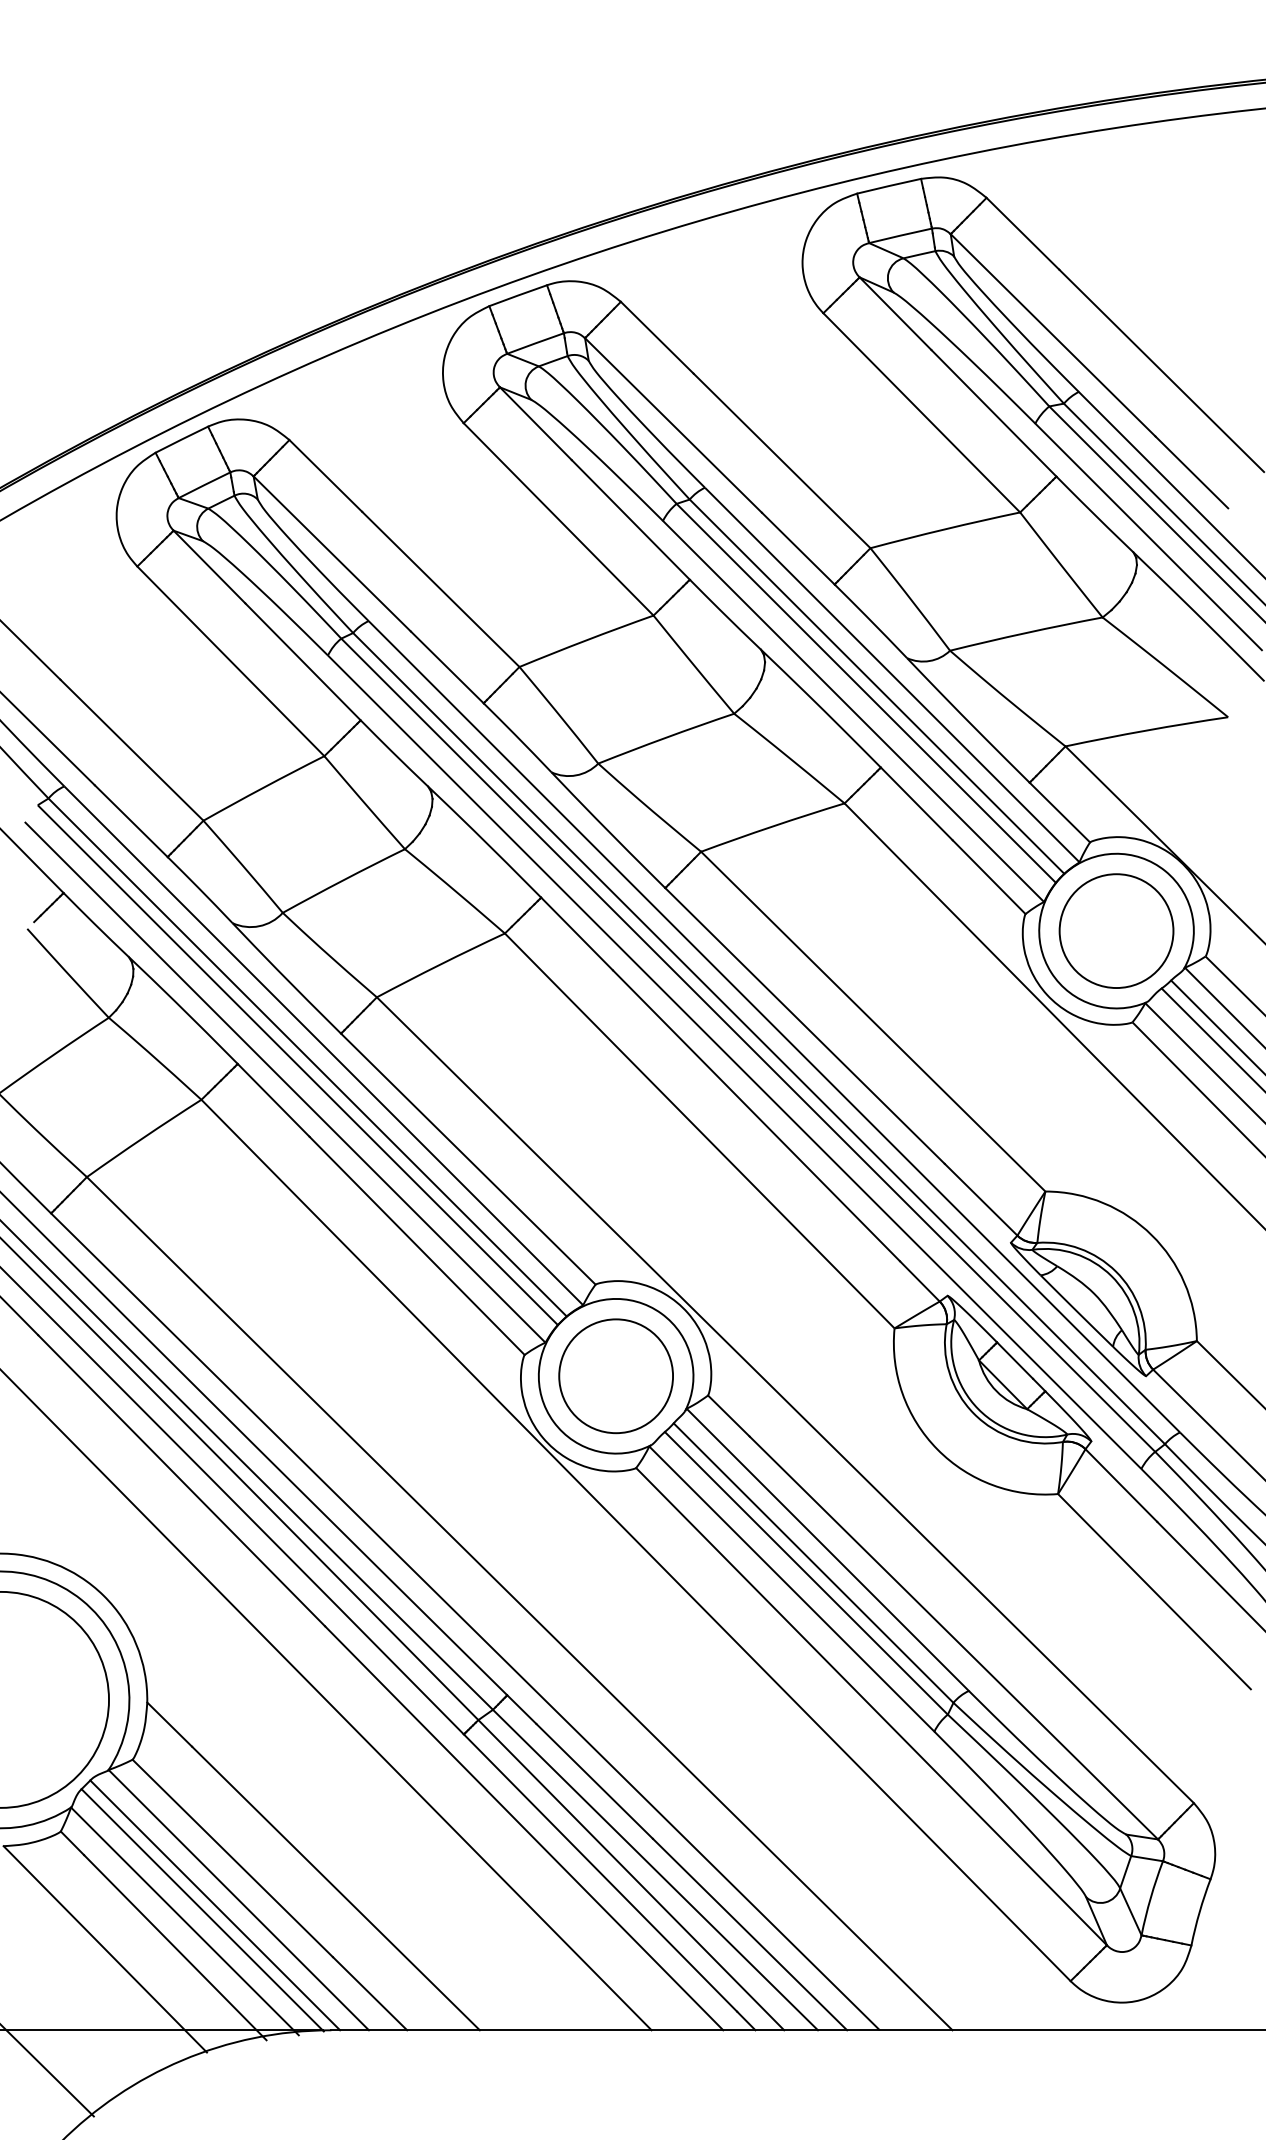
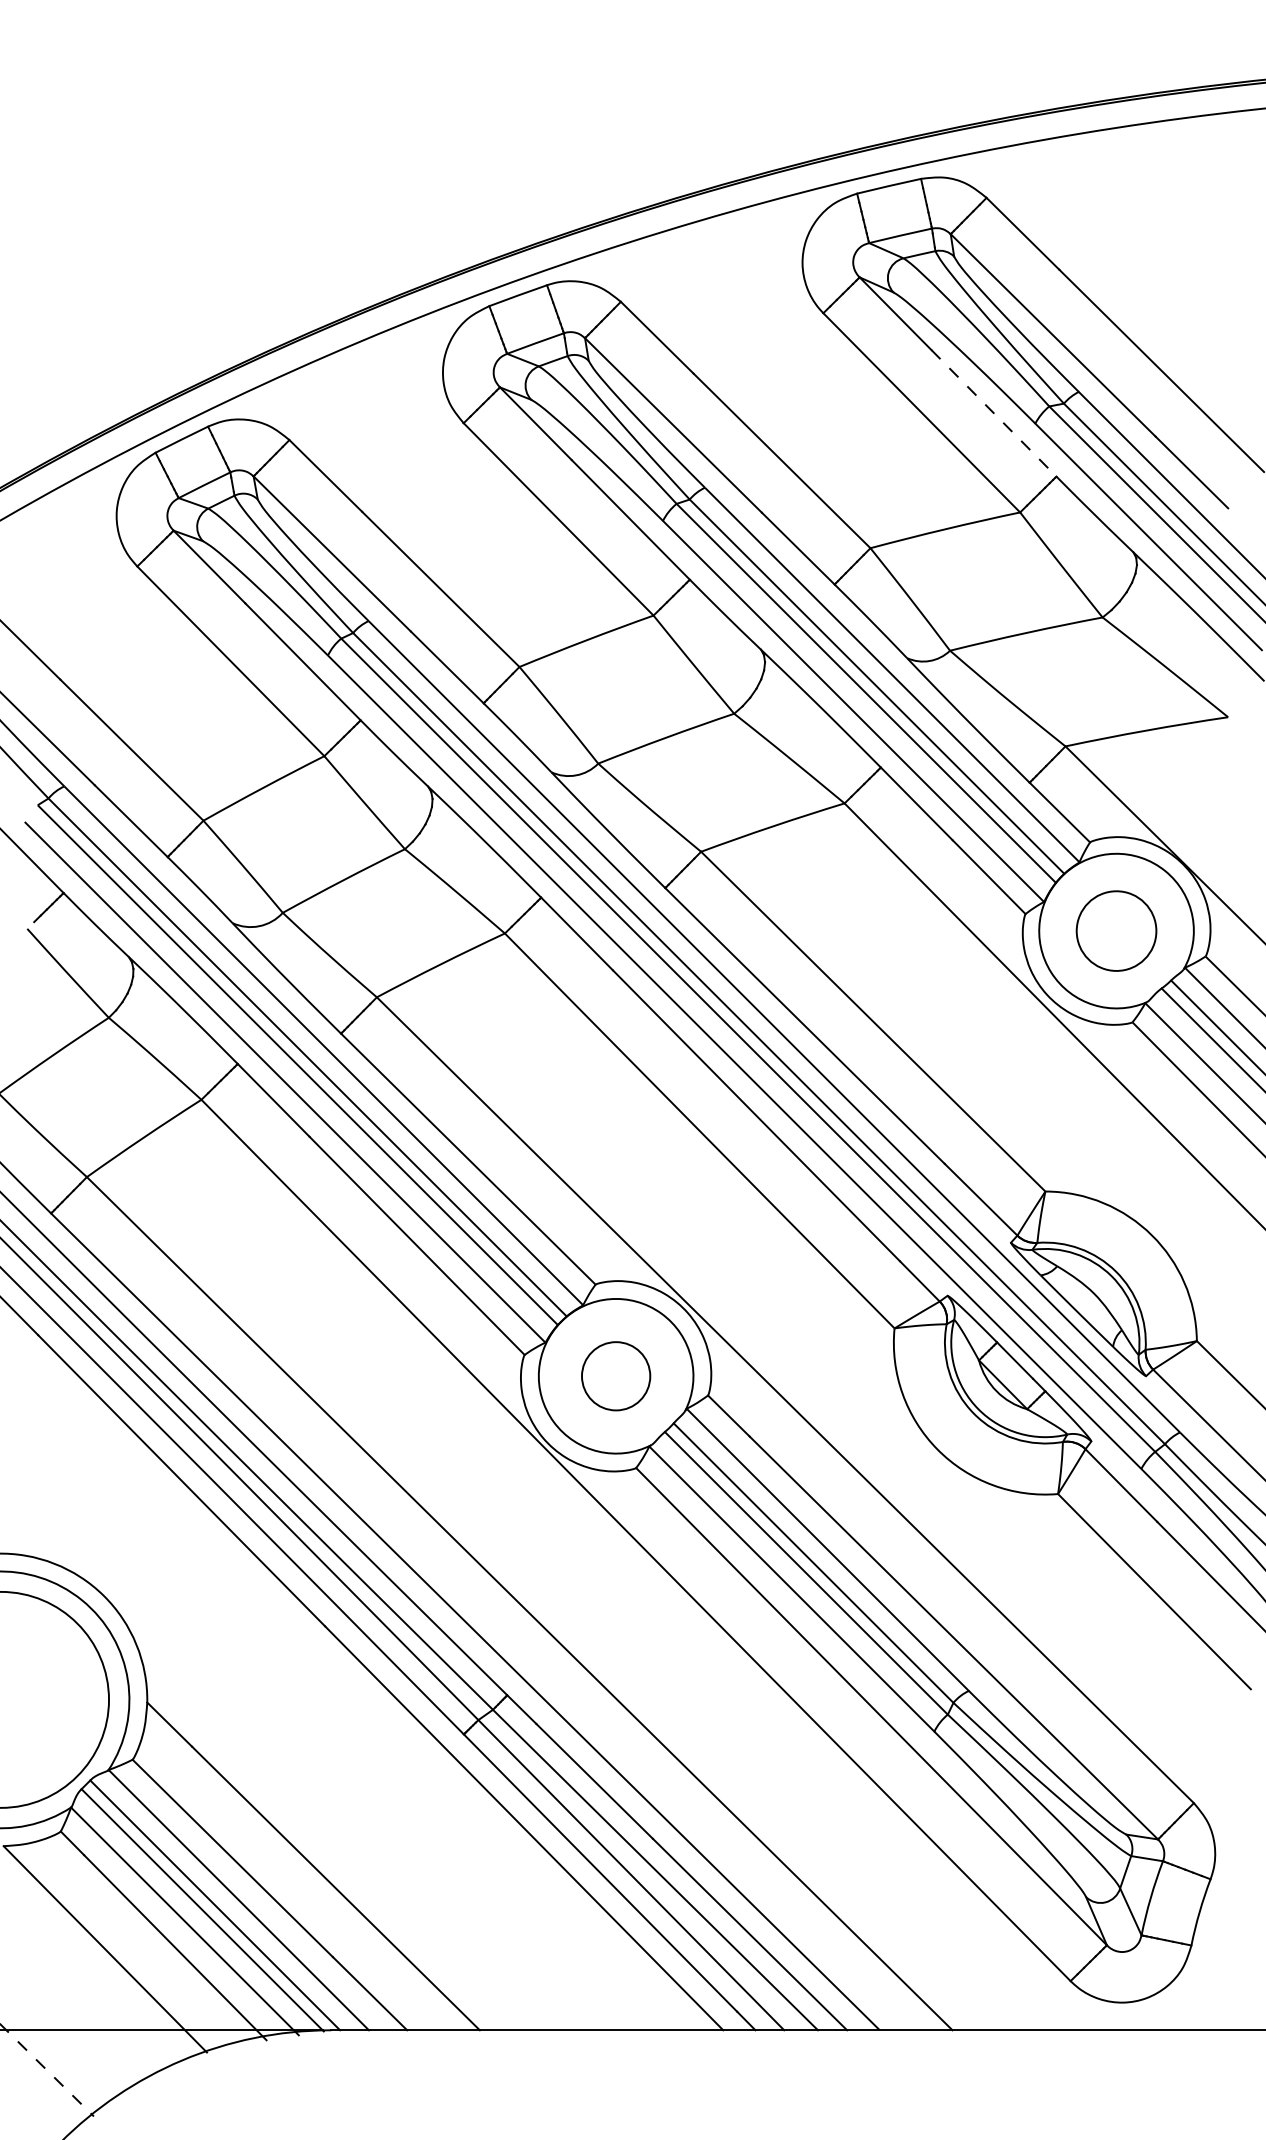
line at (993, 413): solid -> dashed
circle at (1116, 931) diameter: 114 px -> 80 px
circle at (616, 1376) diameter: 114 px -> 68 px
line at (326, 1700): present -> none
line at (47, 2070): solid -> dashed
